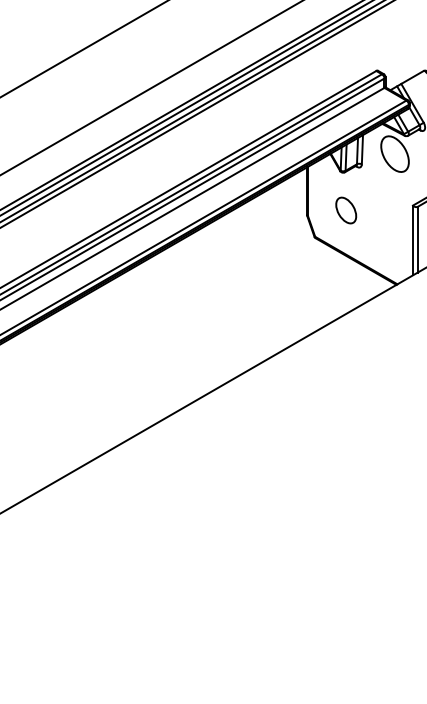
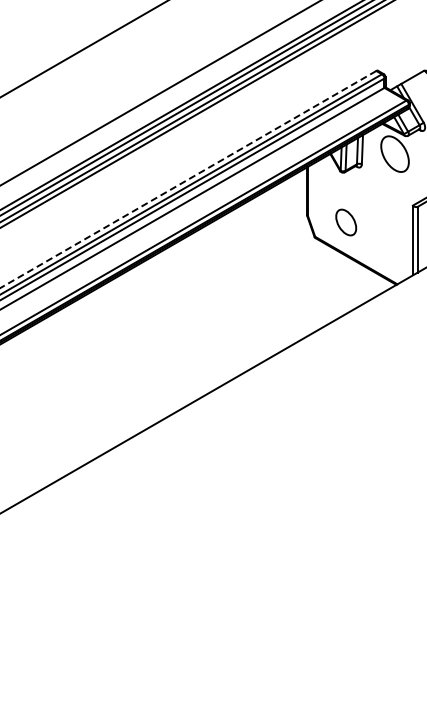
line at (151, 88) position: (151, 88) -> (160, 93)
line at (188, 179): solid -> dashed
part at (346, 210) position: (346, 210) -> (346, 222)
